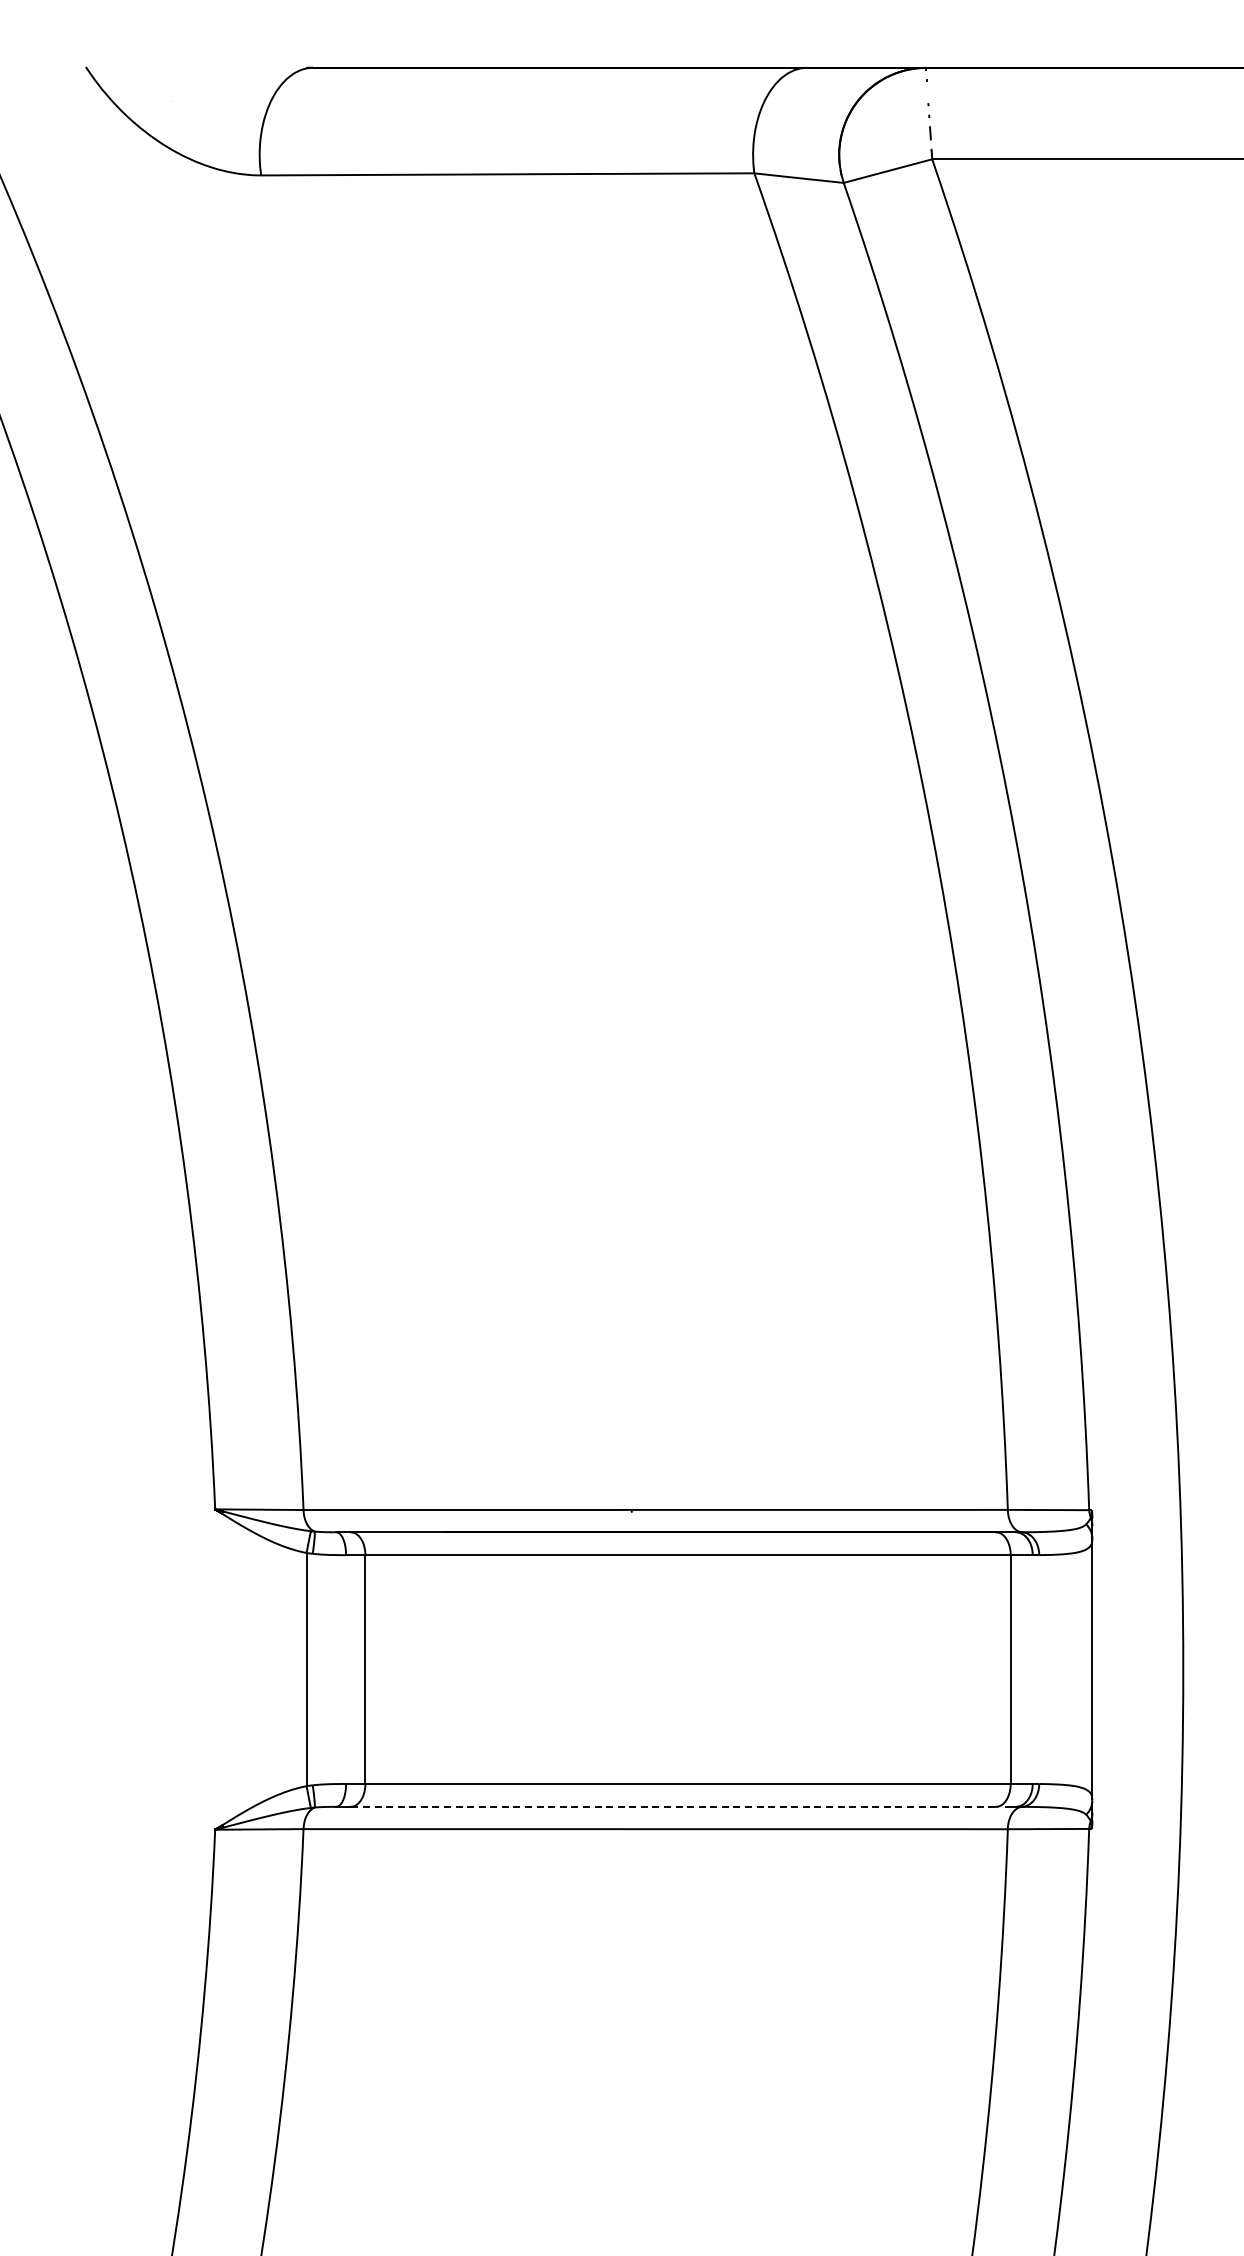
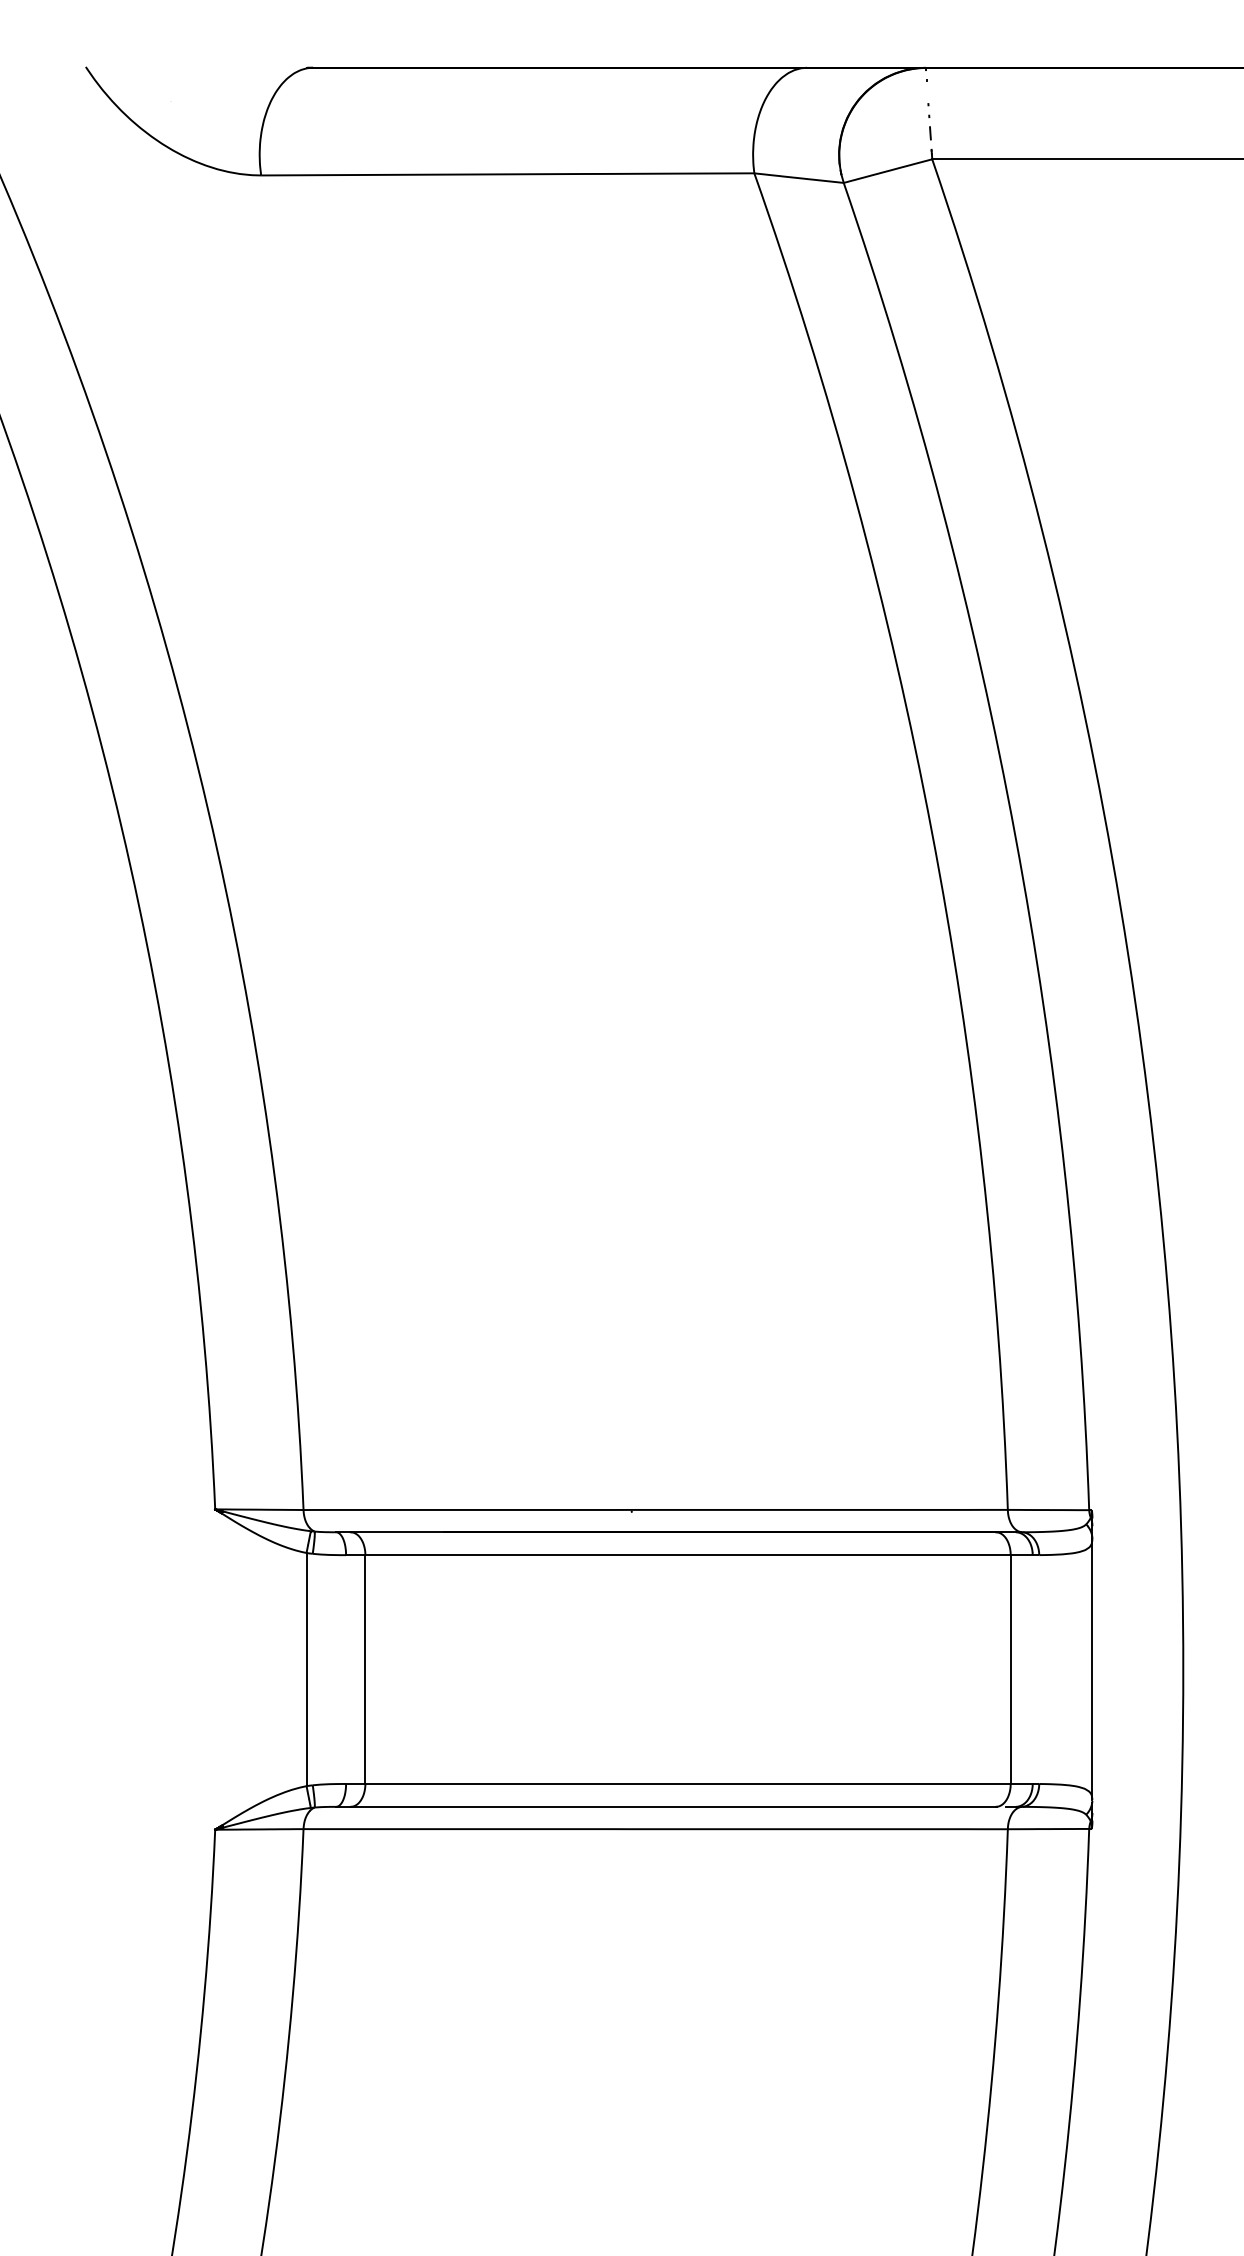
line at (674, 1806): dashed -> solid
